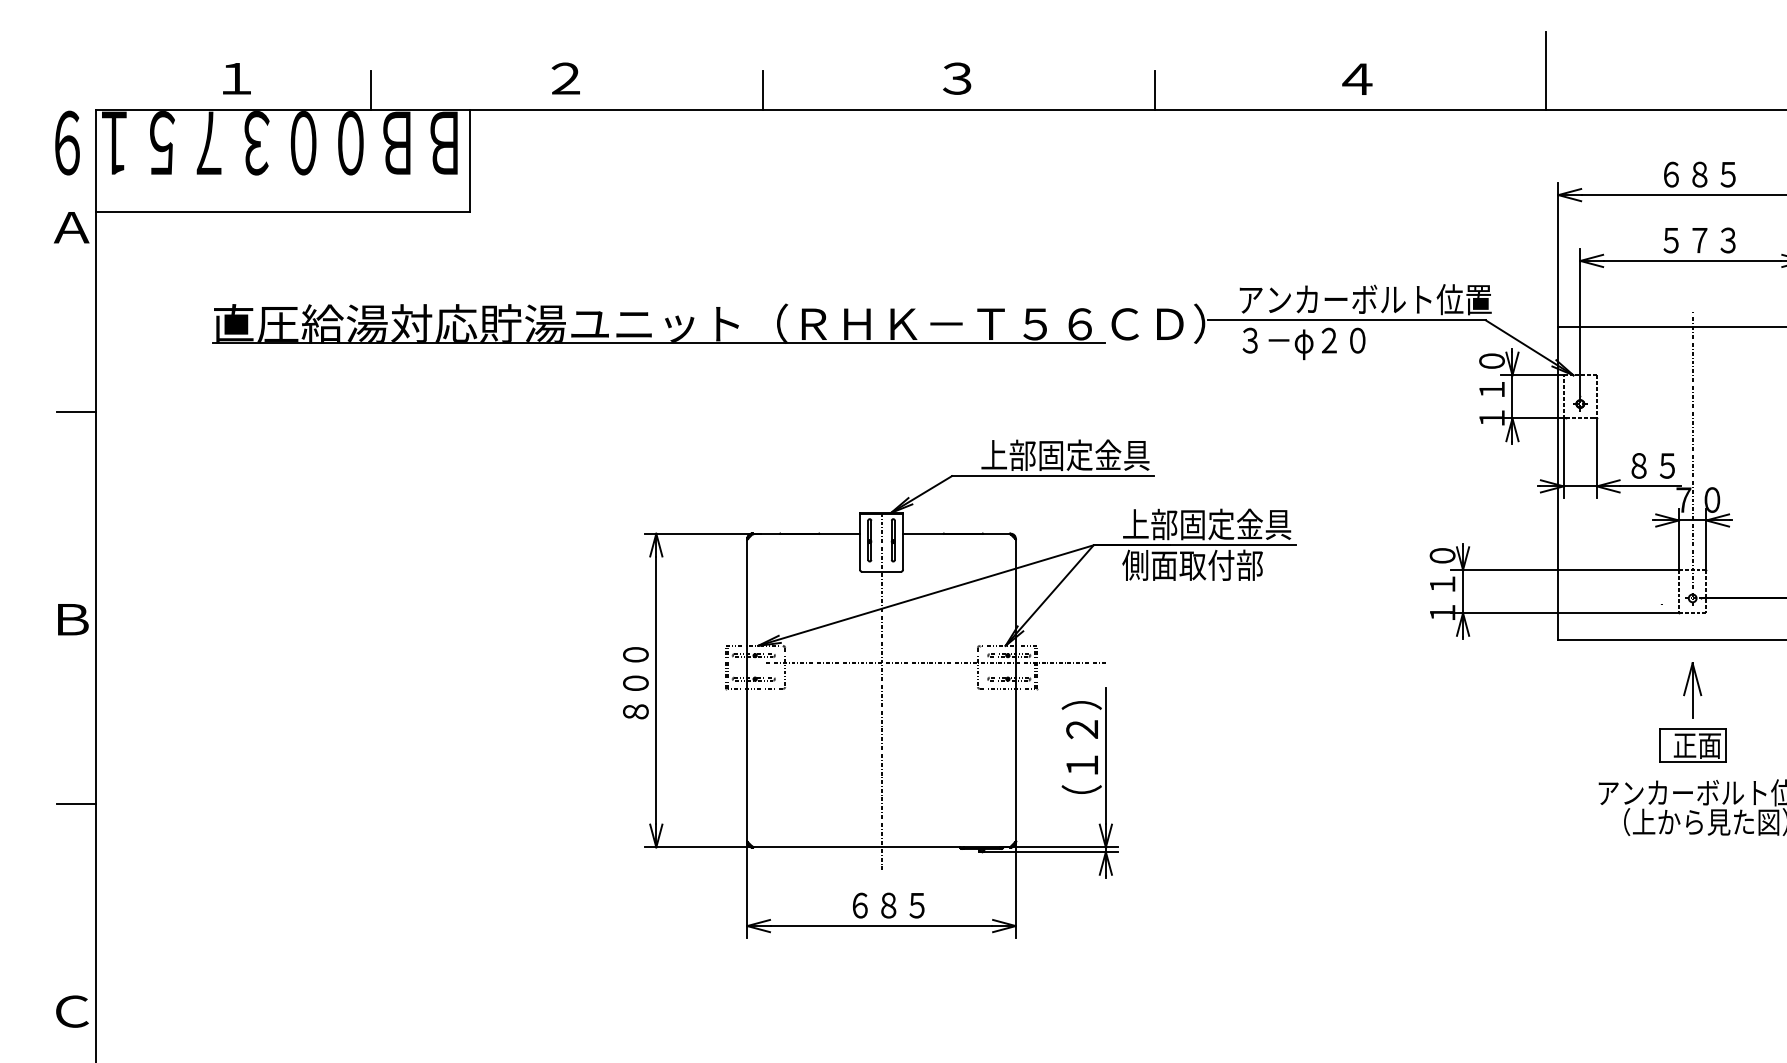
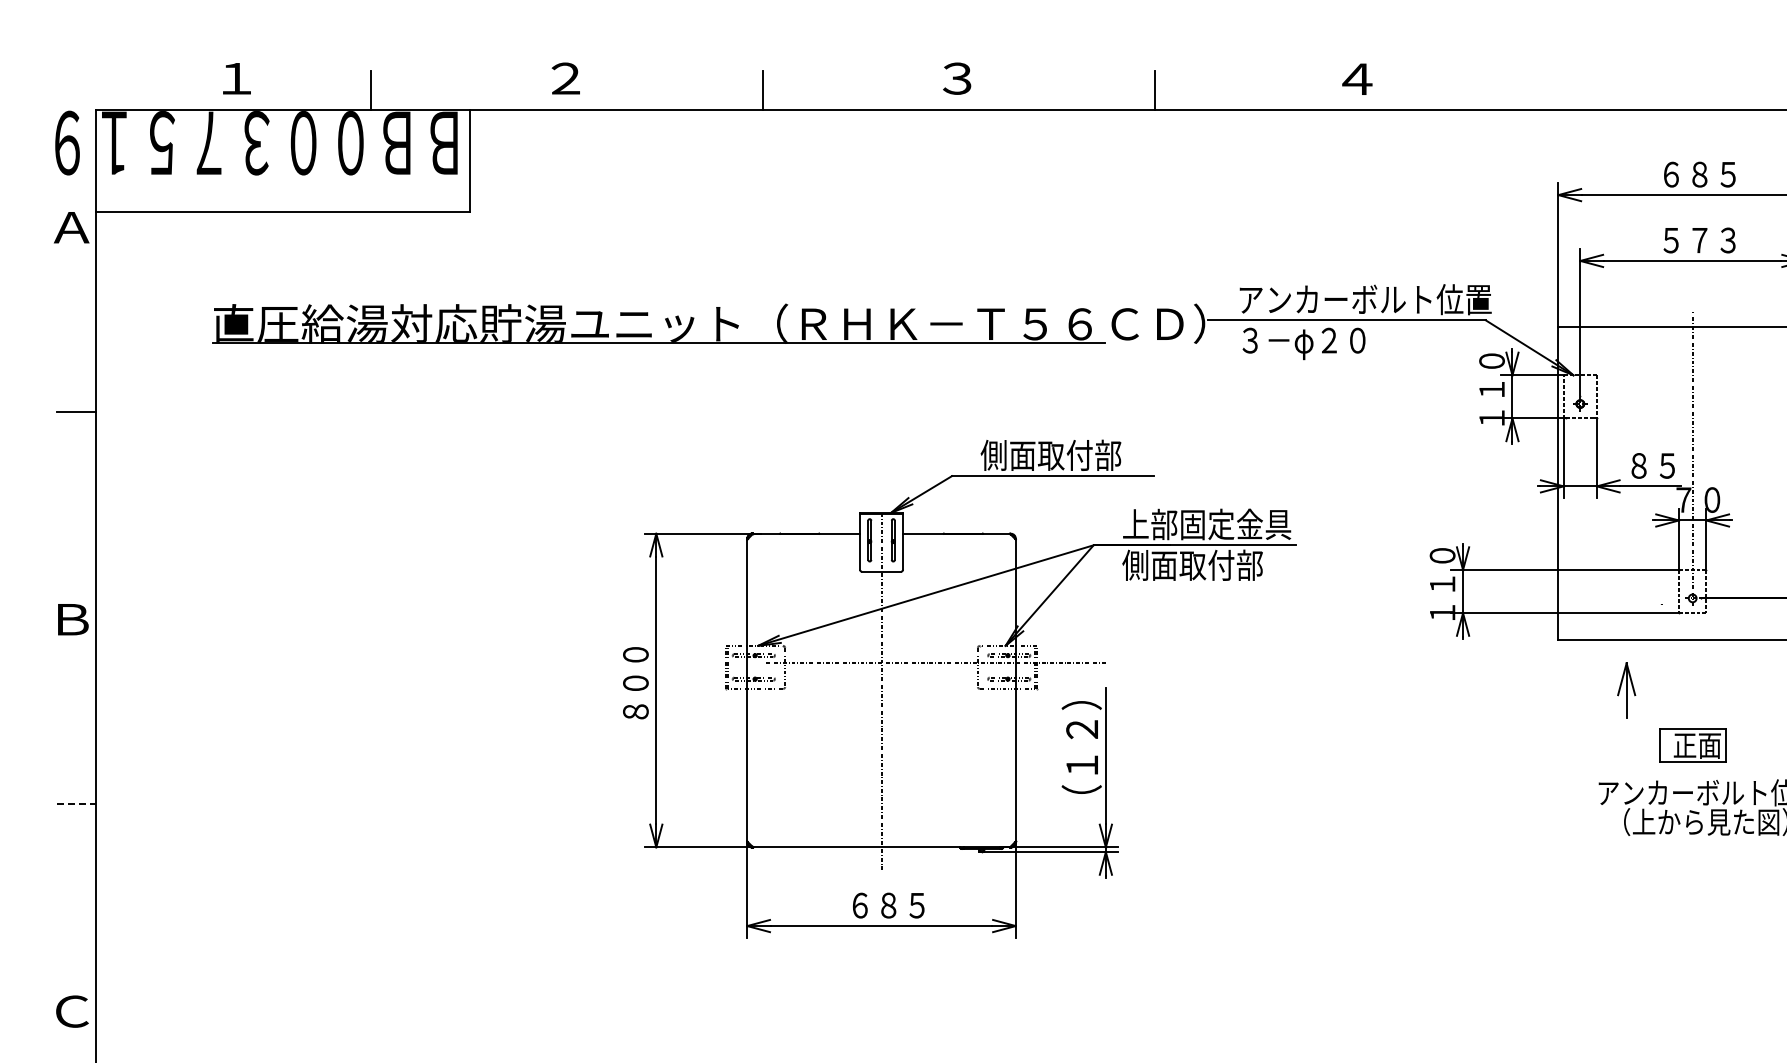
line at (1546, 70): present -> none
text at (1064, 454): 上部固定金具 -> 側面取付部
part at (1692, 690) position: (1692, 690) -> (1626, 690)
line at (76, 803): solid -> dashed
